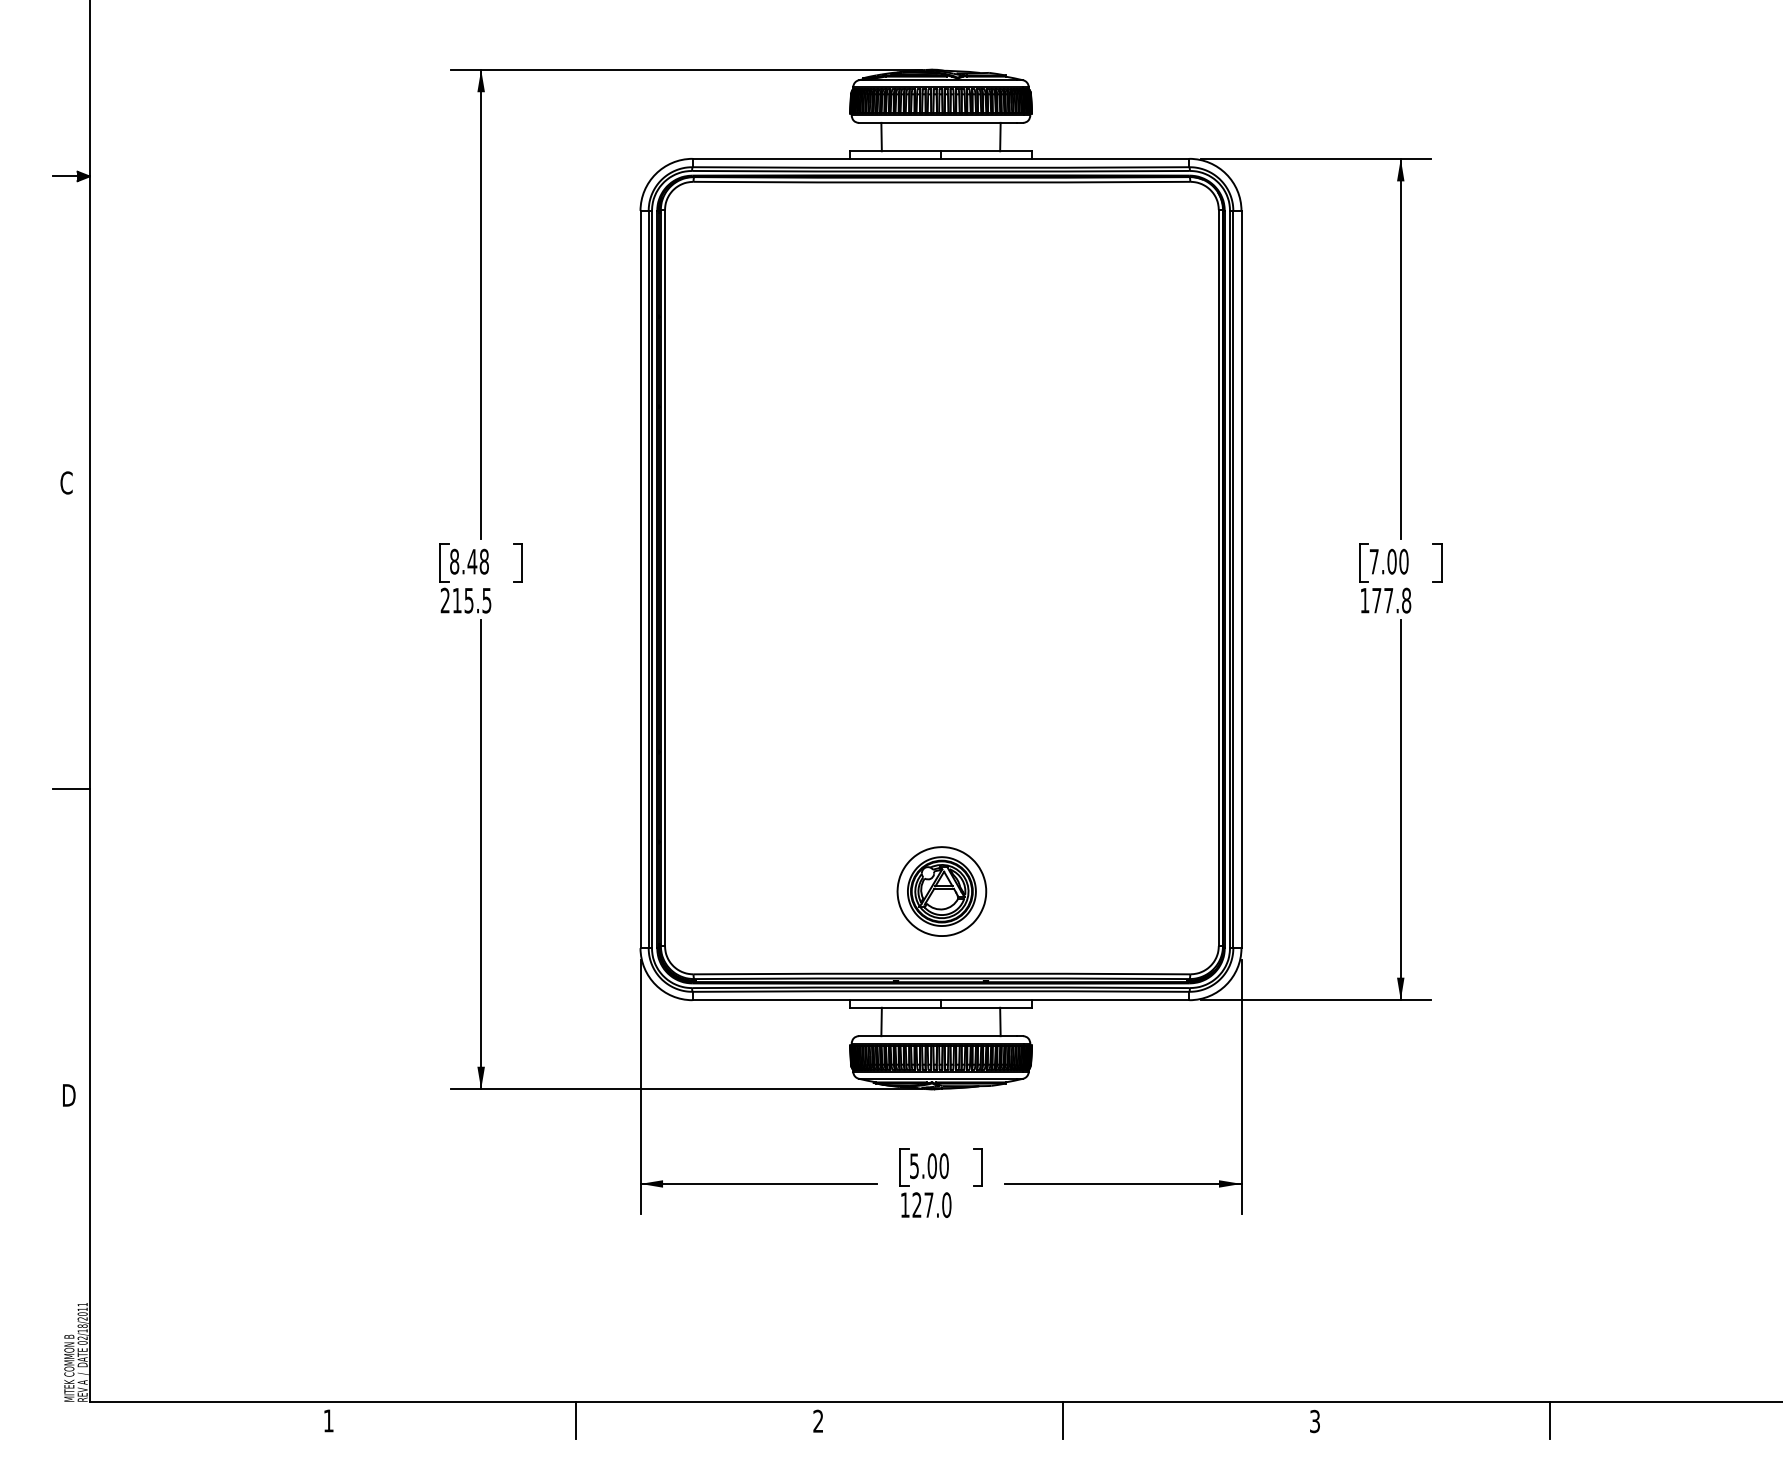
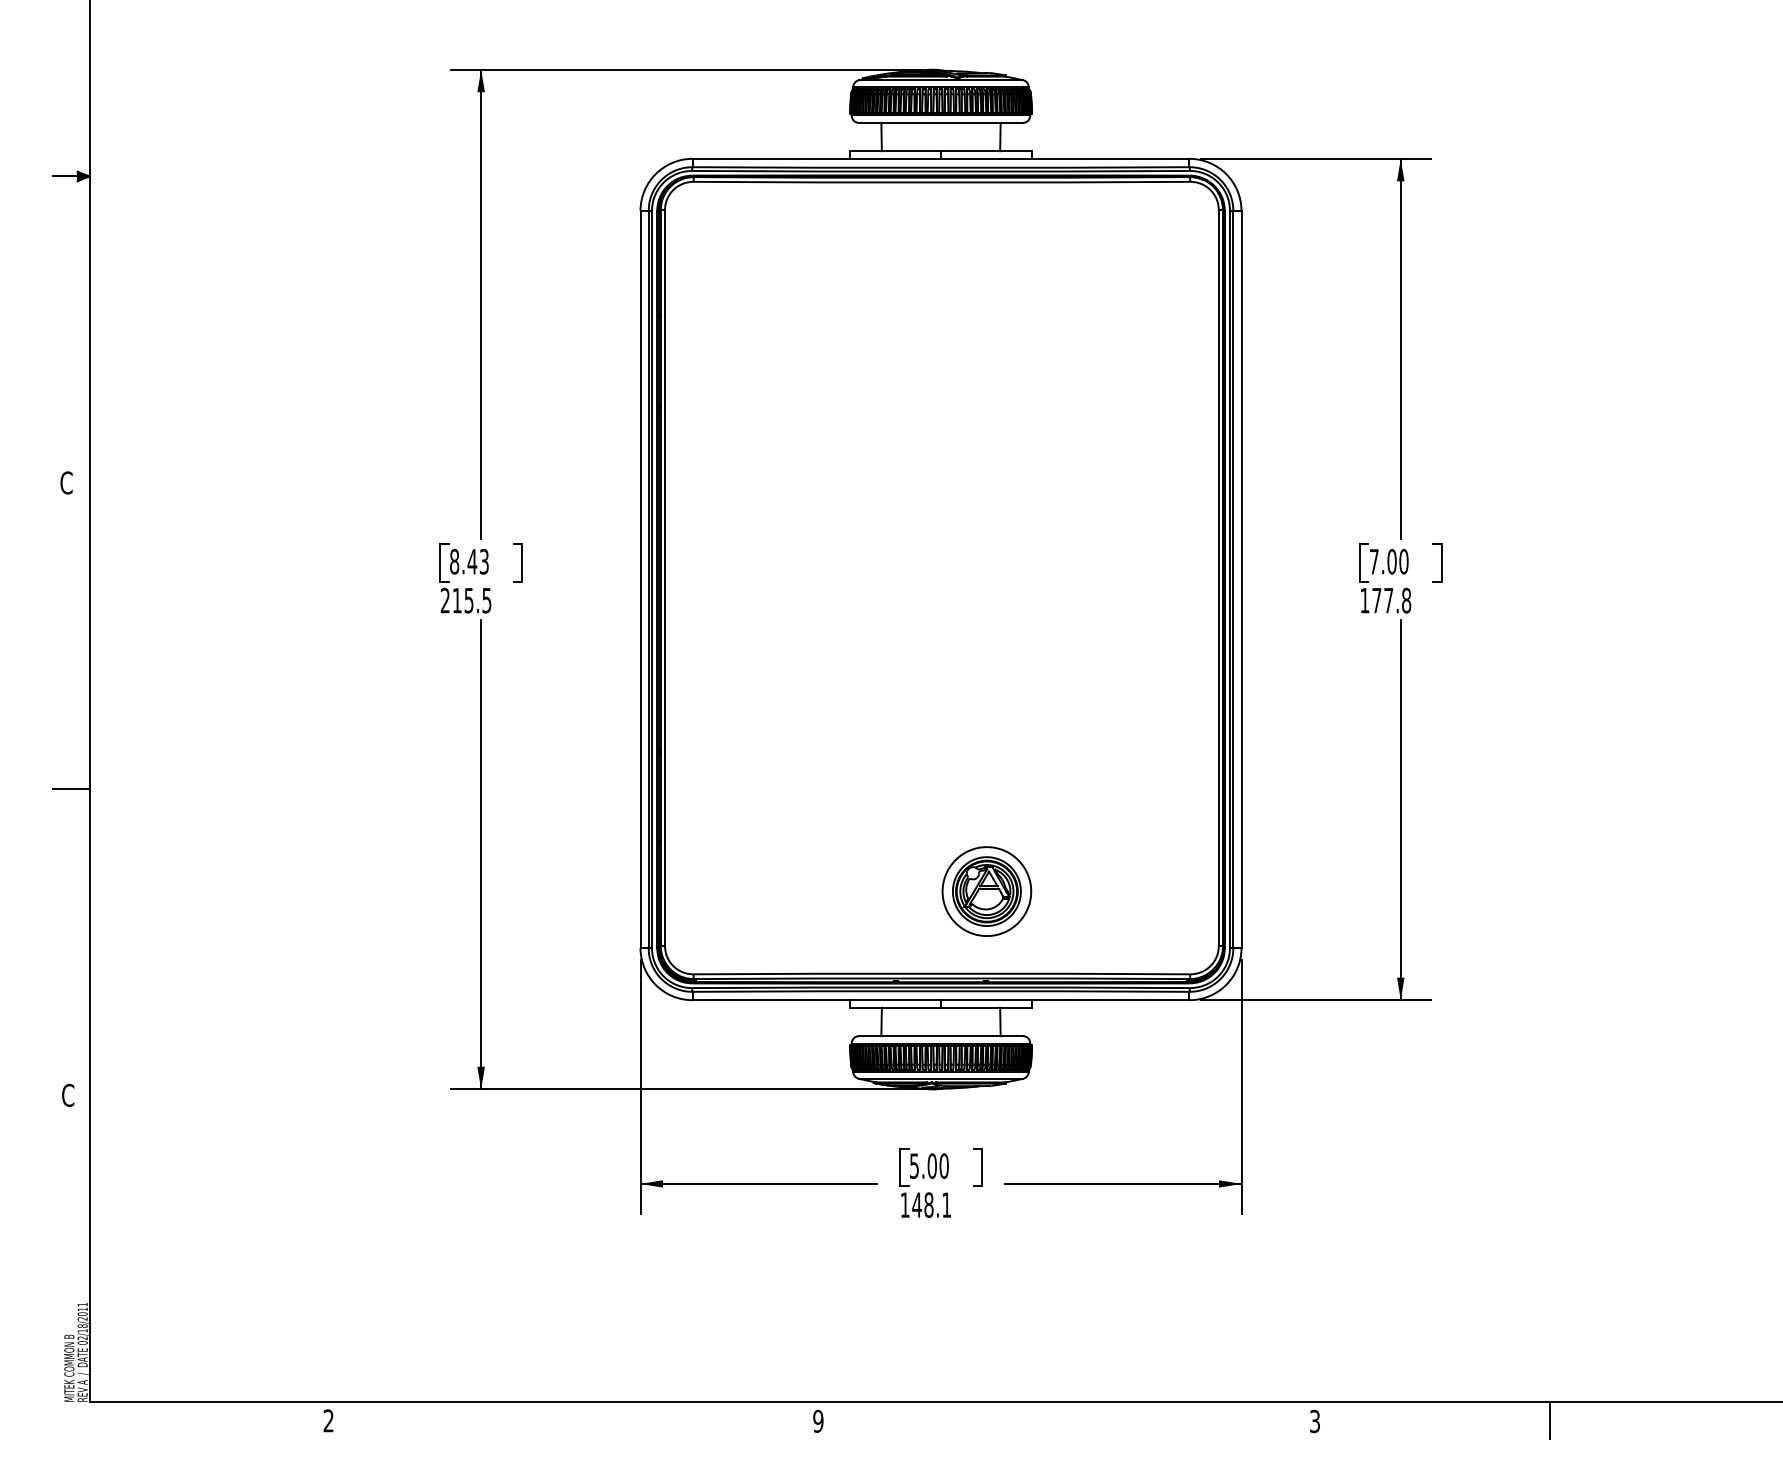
text at (483, 561): 8.48 -> 8.43
part at (941, 891) position: (941, 891) -> (986, 891)
text at (68, 1095): D -> C
text at (931, 1205): 127.0 -> 148.1
text at (328, 1420): 1 -> 2
line at (576, 1420): present -> none
text at (818, 1420): 2 -> 9
line at (1063, 1420): present -> none
